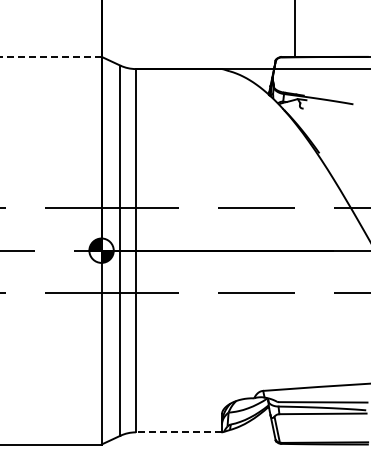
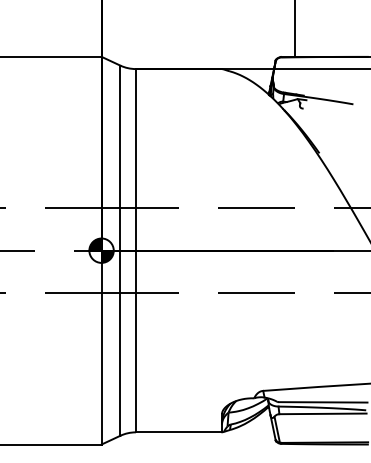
line at (50, 56): dashed -> solid
line at (178, 432): dashed -> solid
